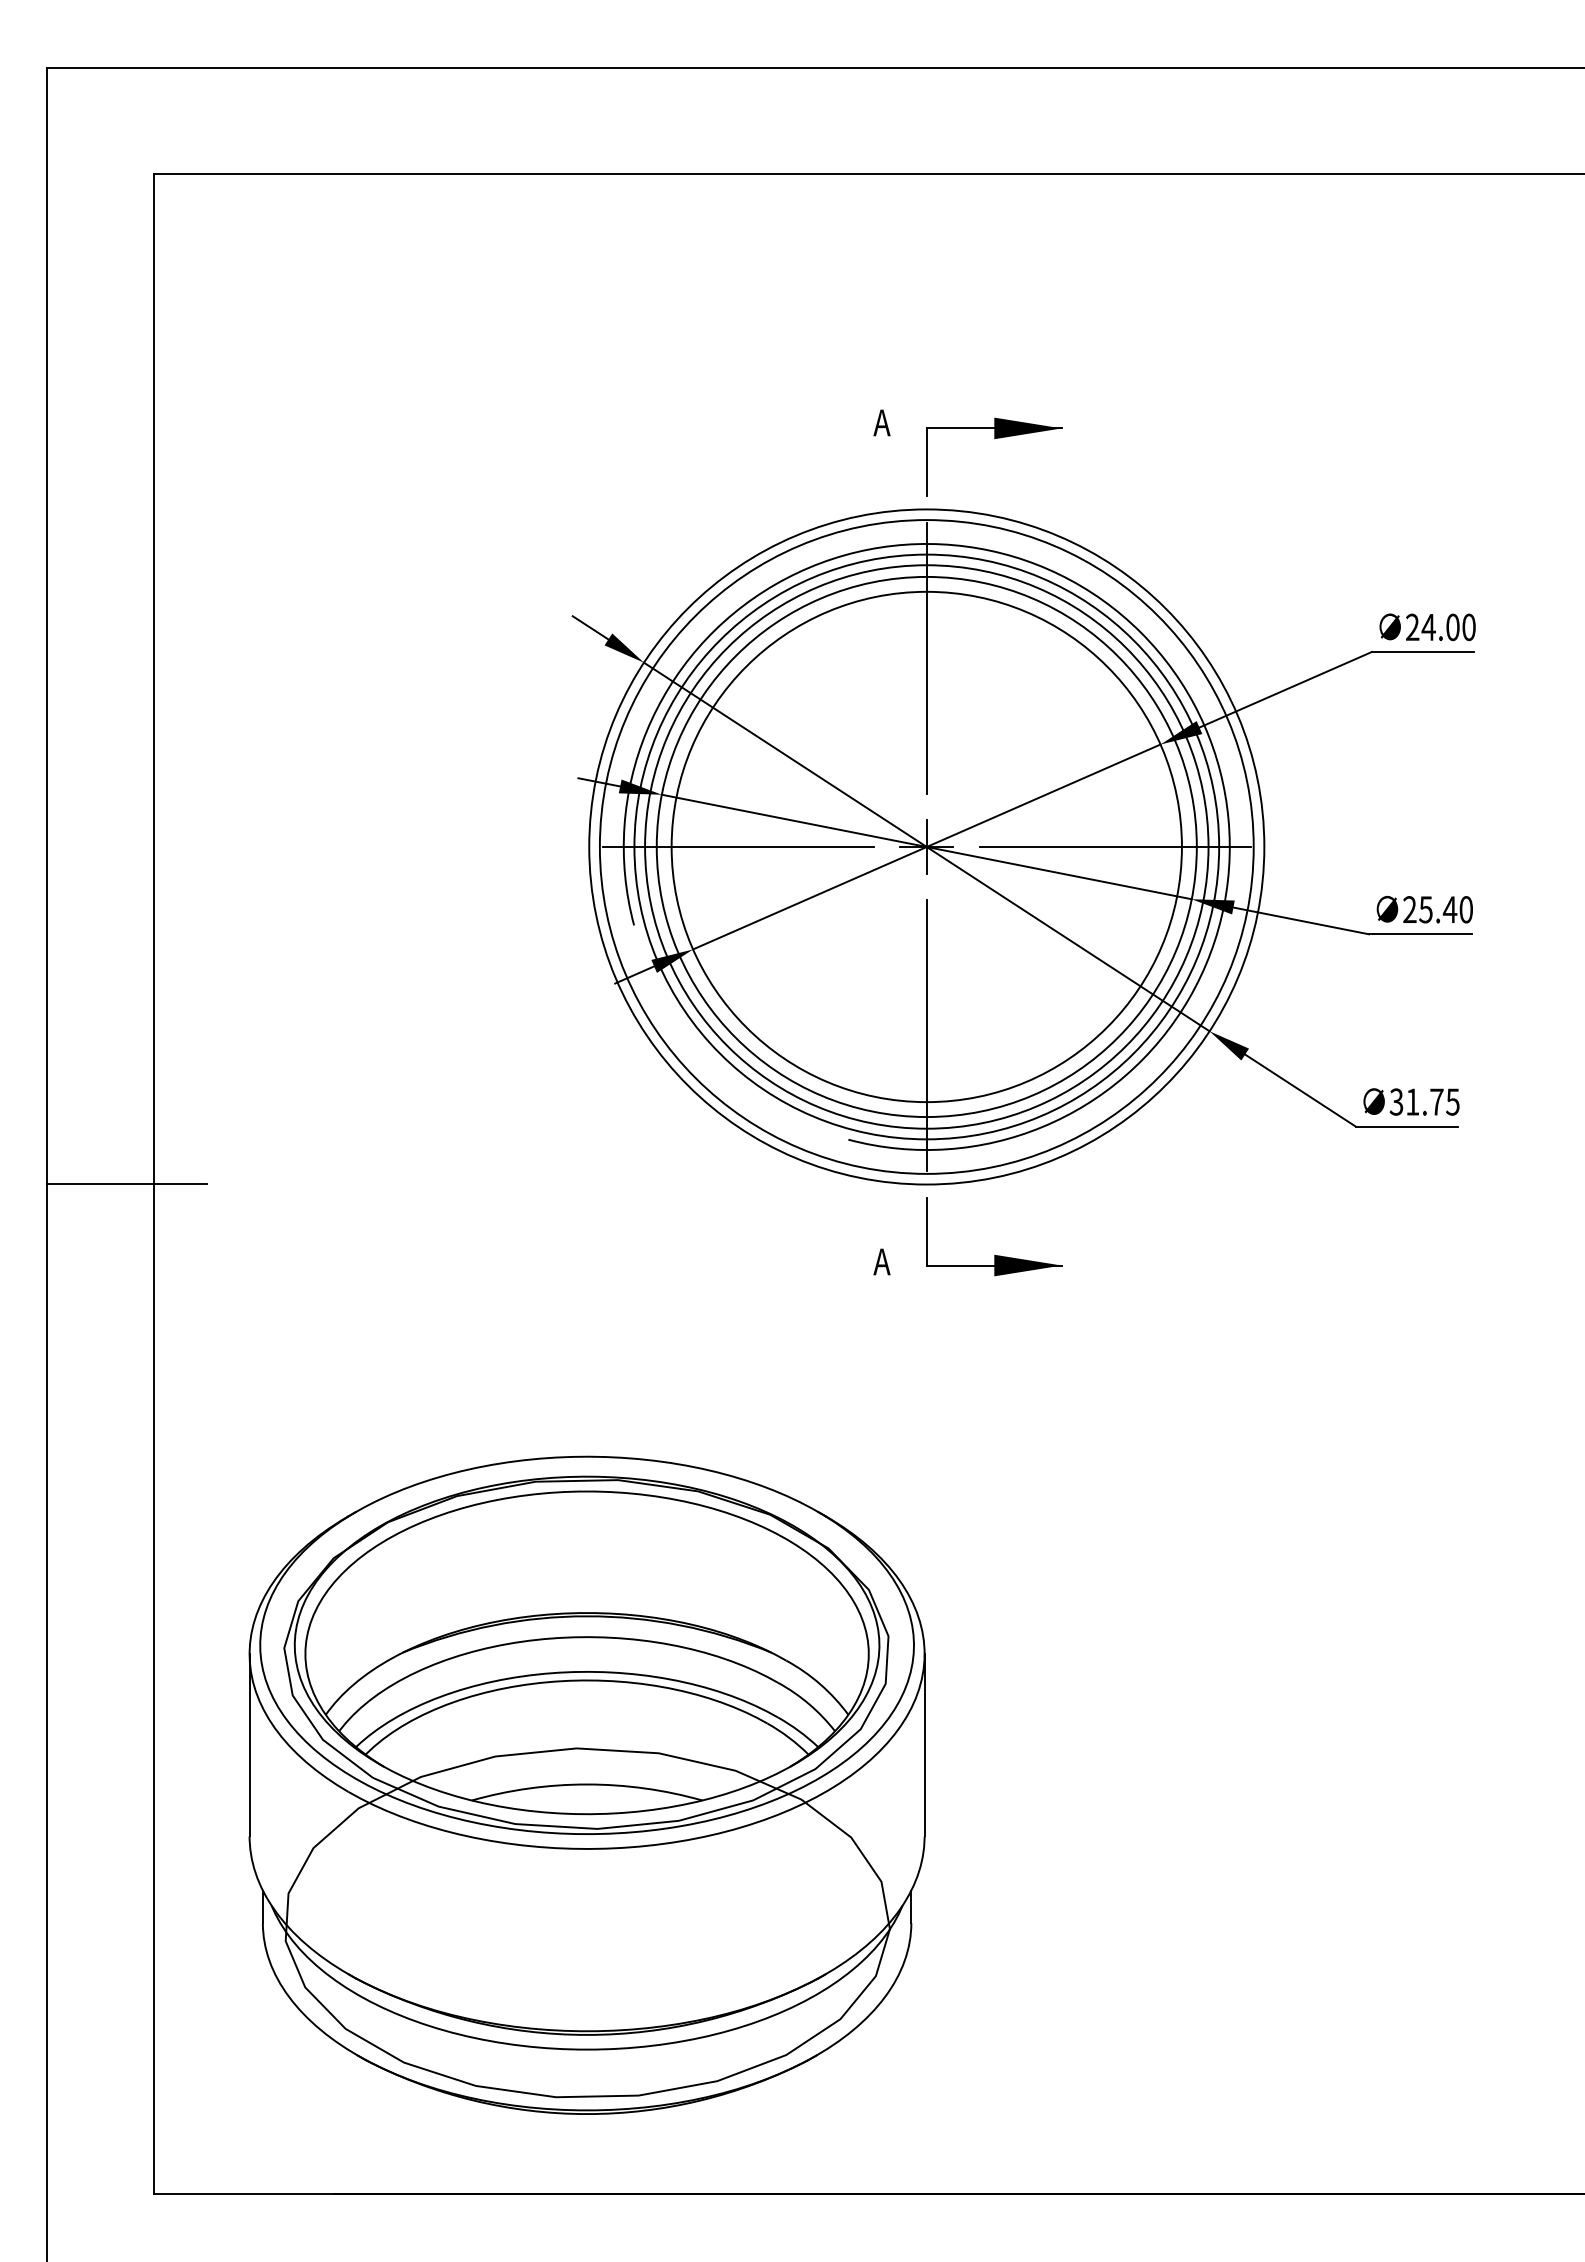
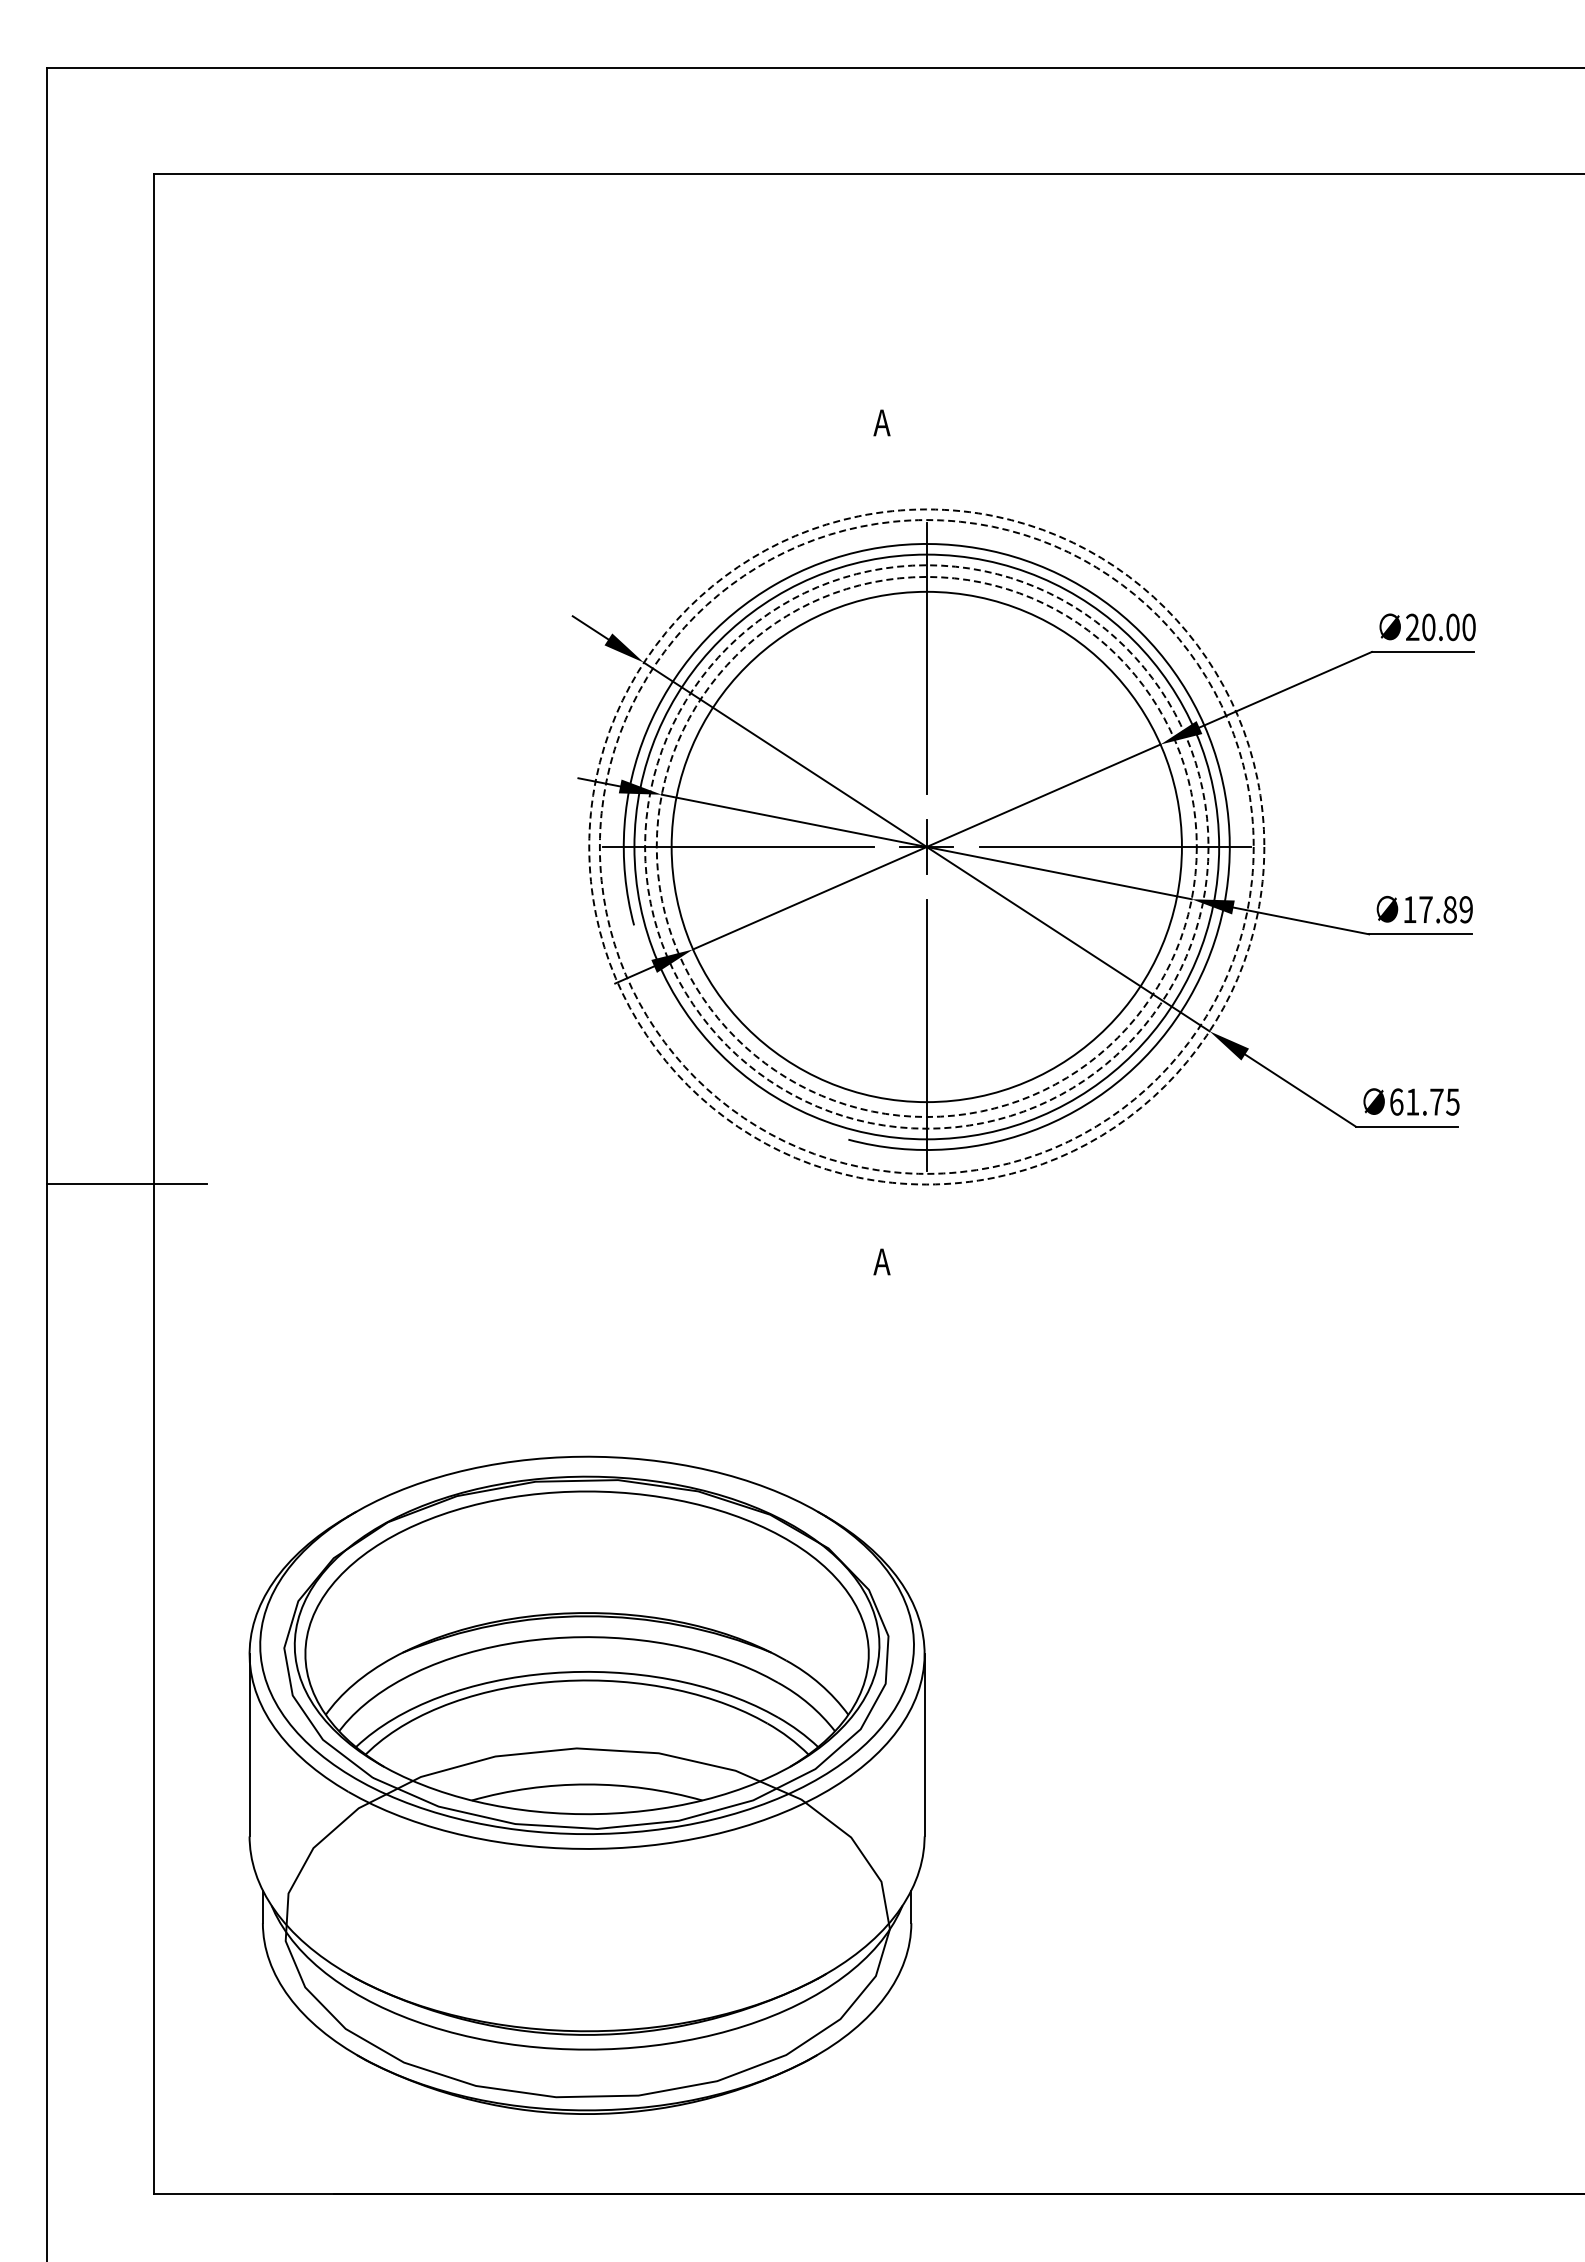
part at (994, 438): present -> none
text at (1428, 627): 24.00 -> 20.00
circle at (926, 846): solid -> dashed
circle at (926, 846): solid -> dashed
circle at (926, 846): solid -> dashed
circle at (926, 846): solid -> dashed
text at (1437, 909): 25.40 -> 17.89
text at (1396, 1101): 31.75 -> 61.75
part at (994, 1254): present -> none
